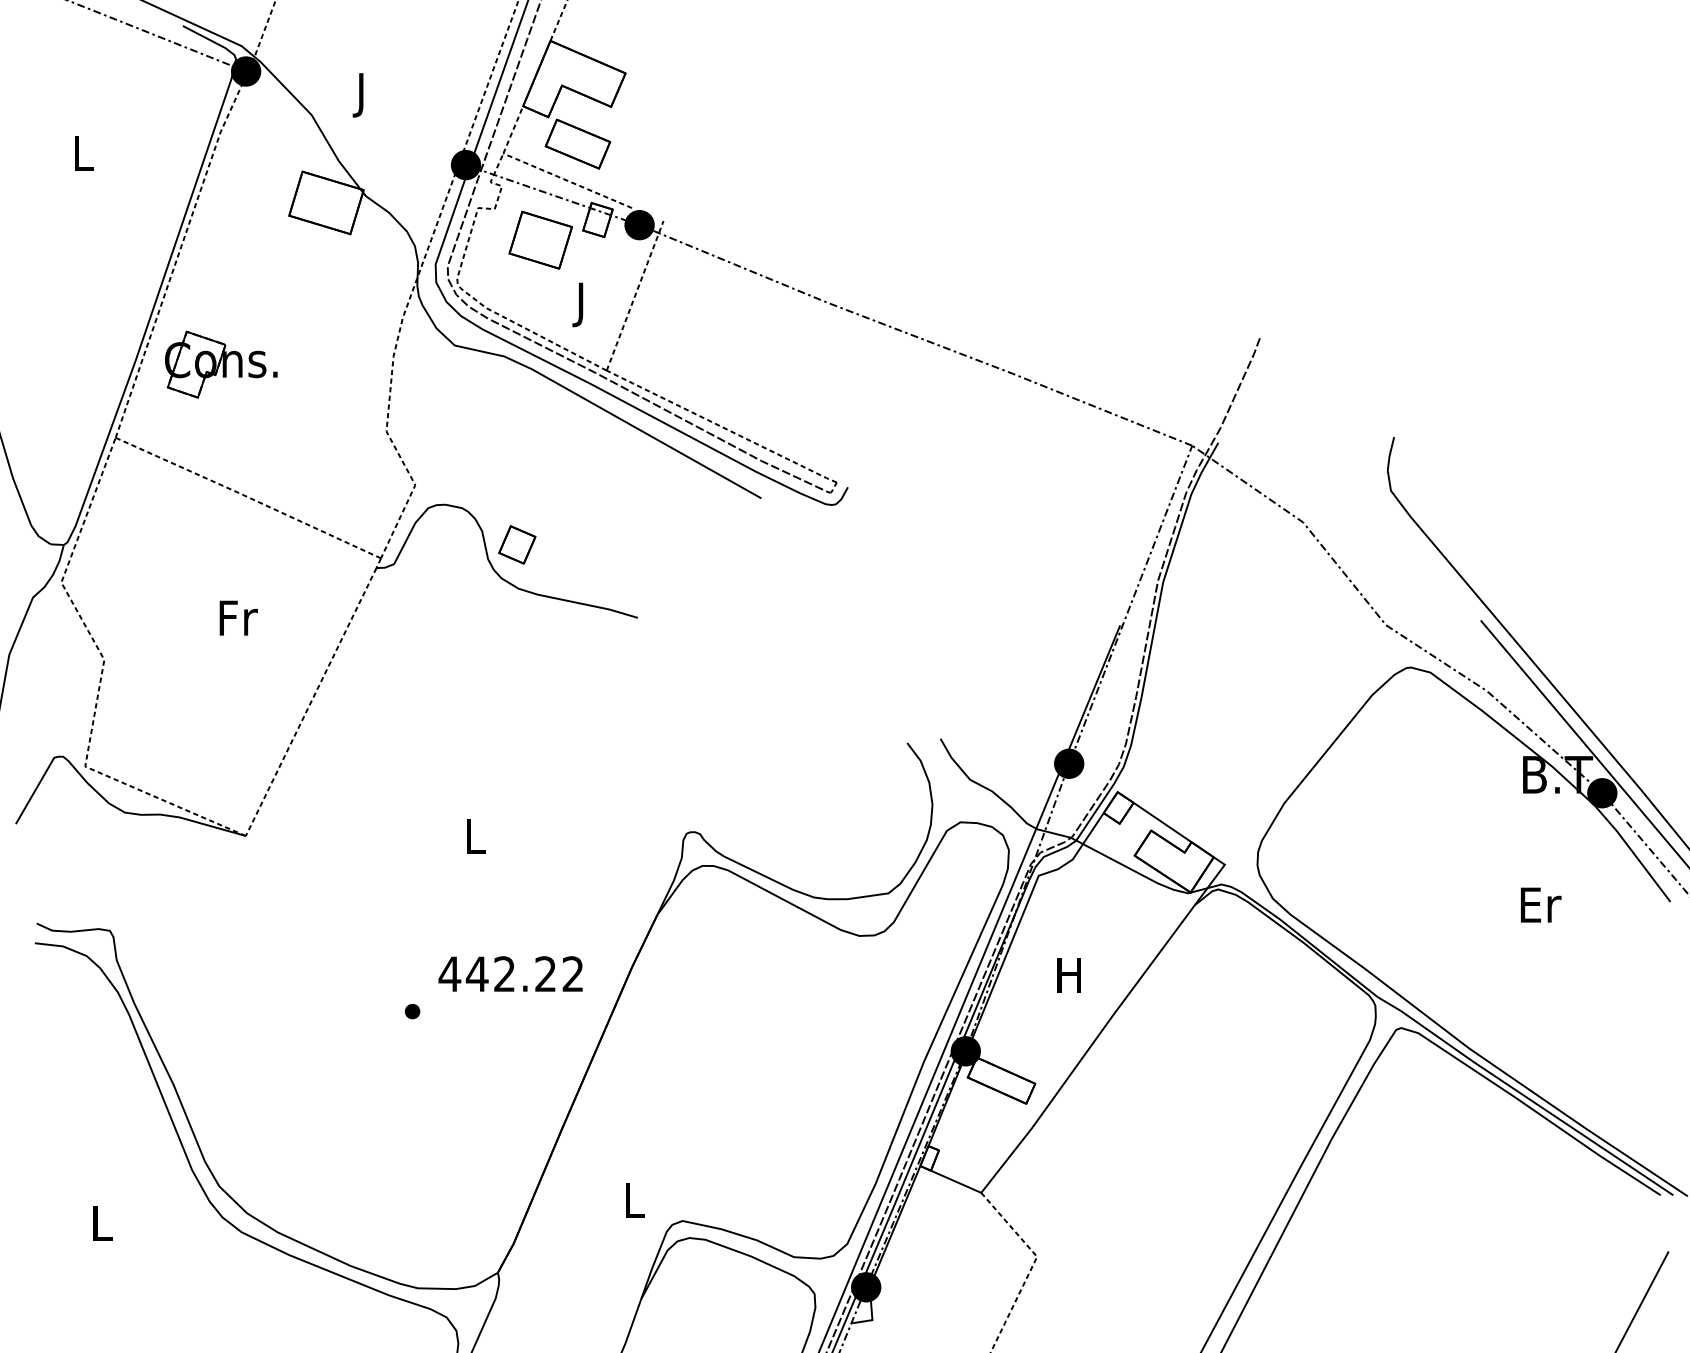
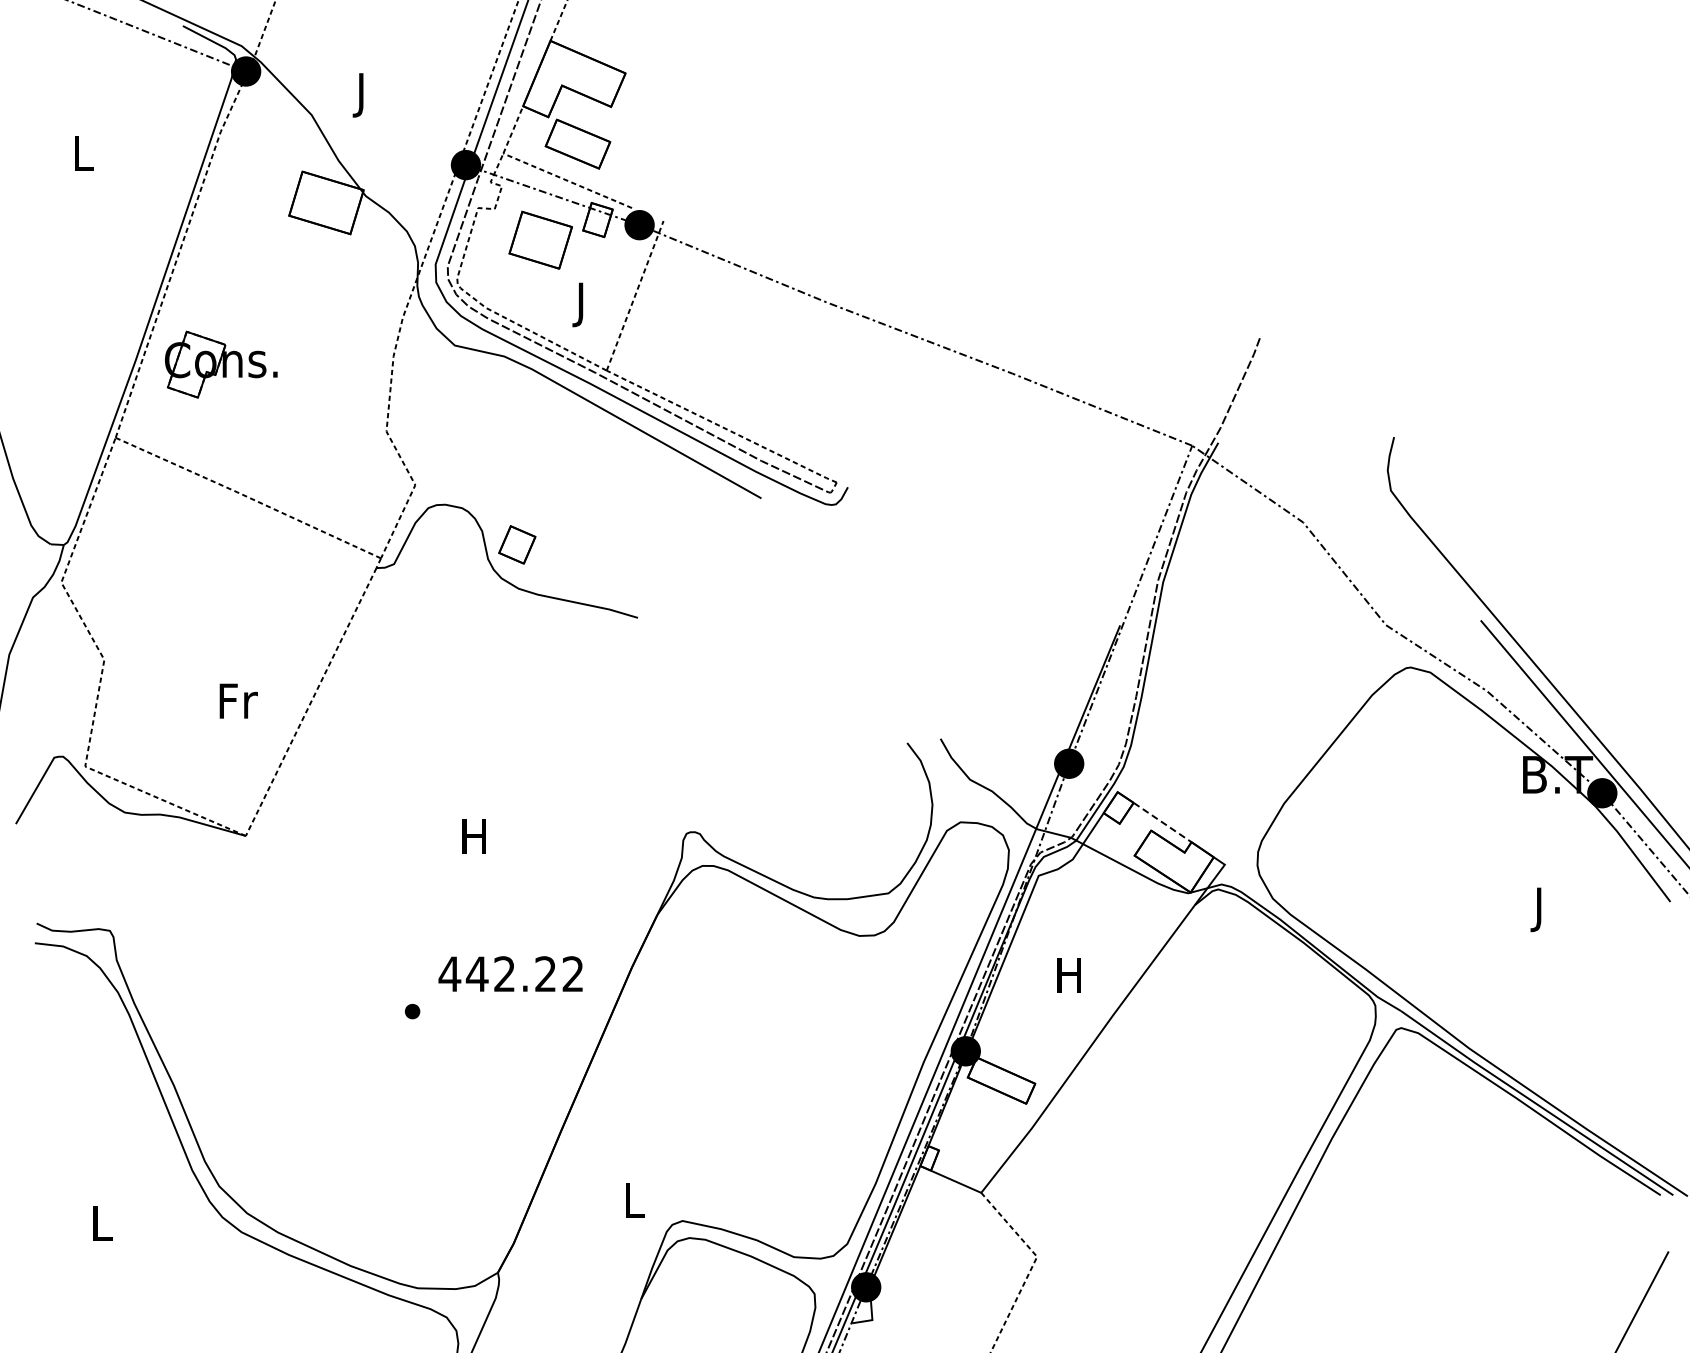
text at (238, 617) position: (238, 617) -> (238, 700)
line at (1162, 822): solid -> dashed
text at (473, 836): L -> H
text at (1540, 909): Er -> J
